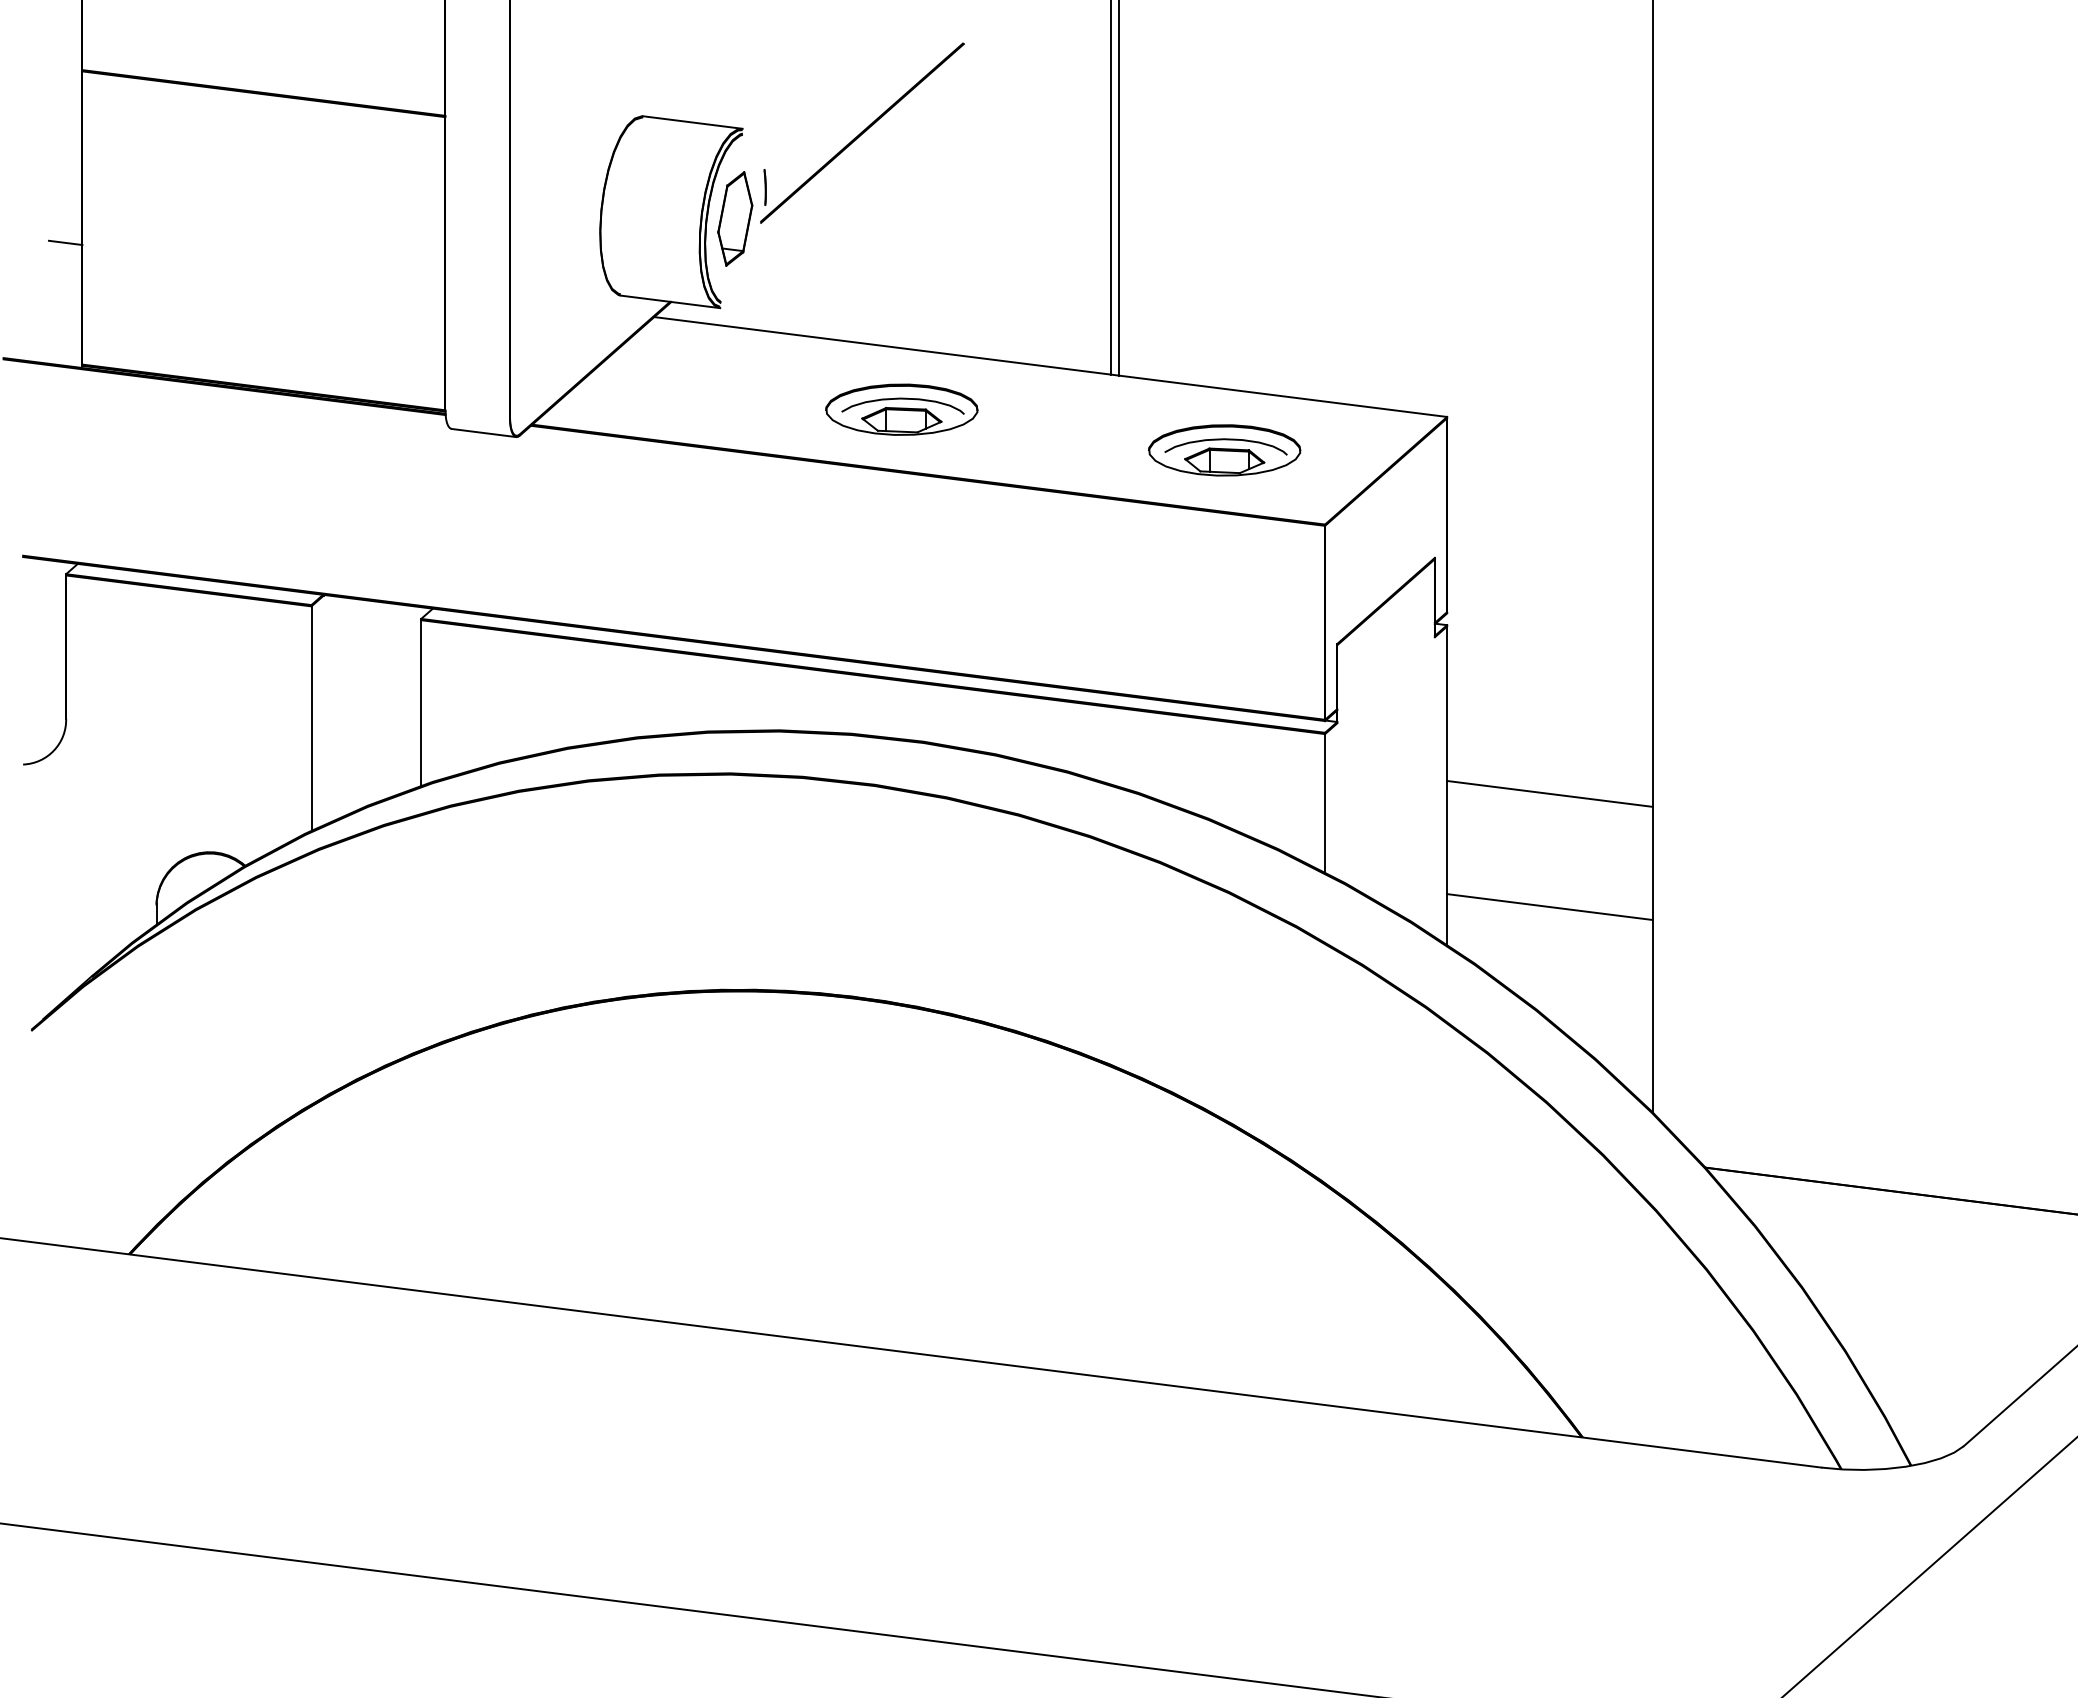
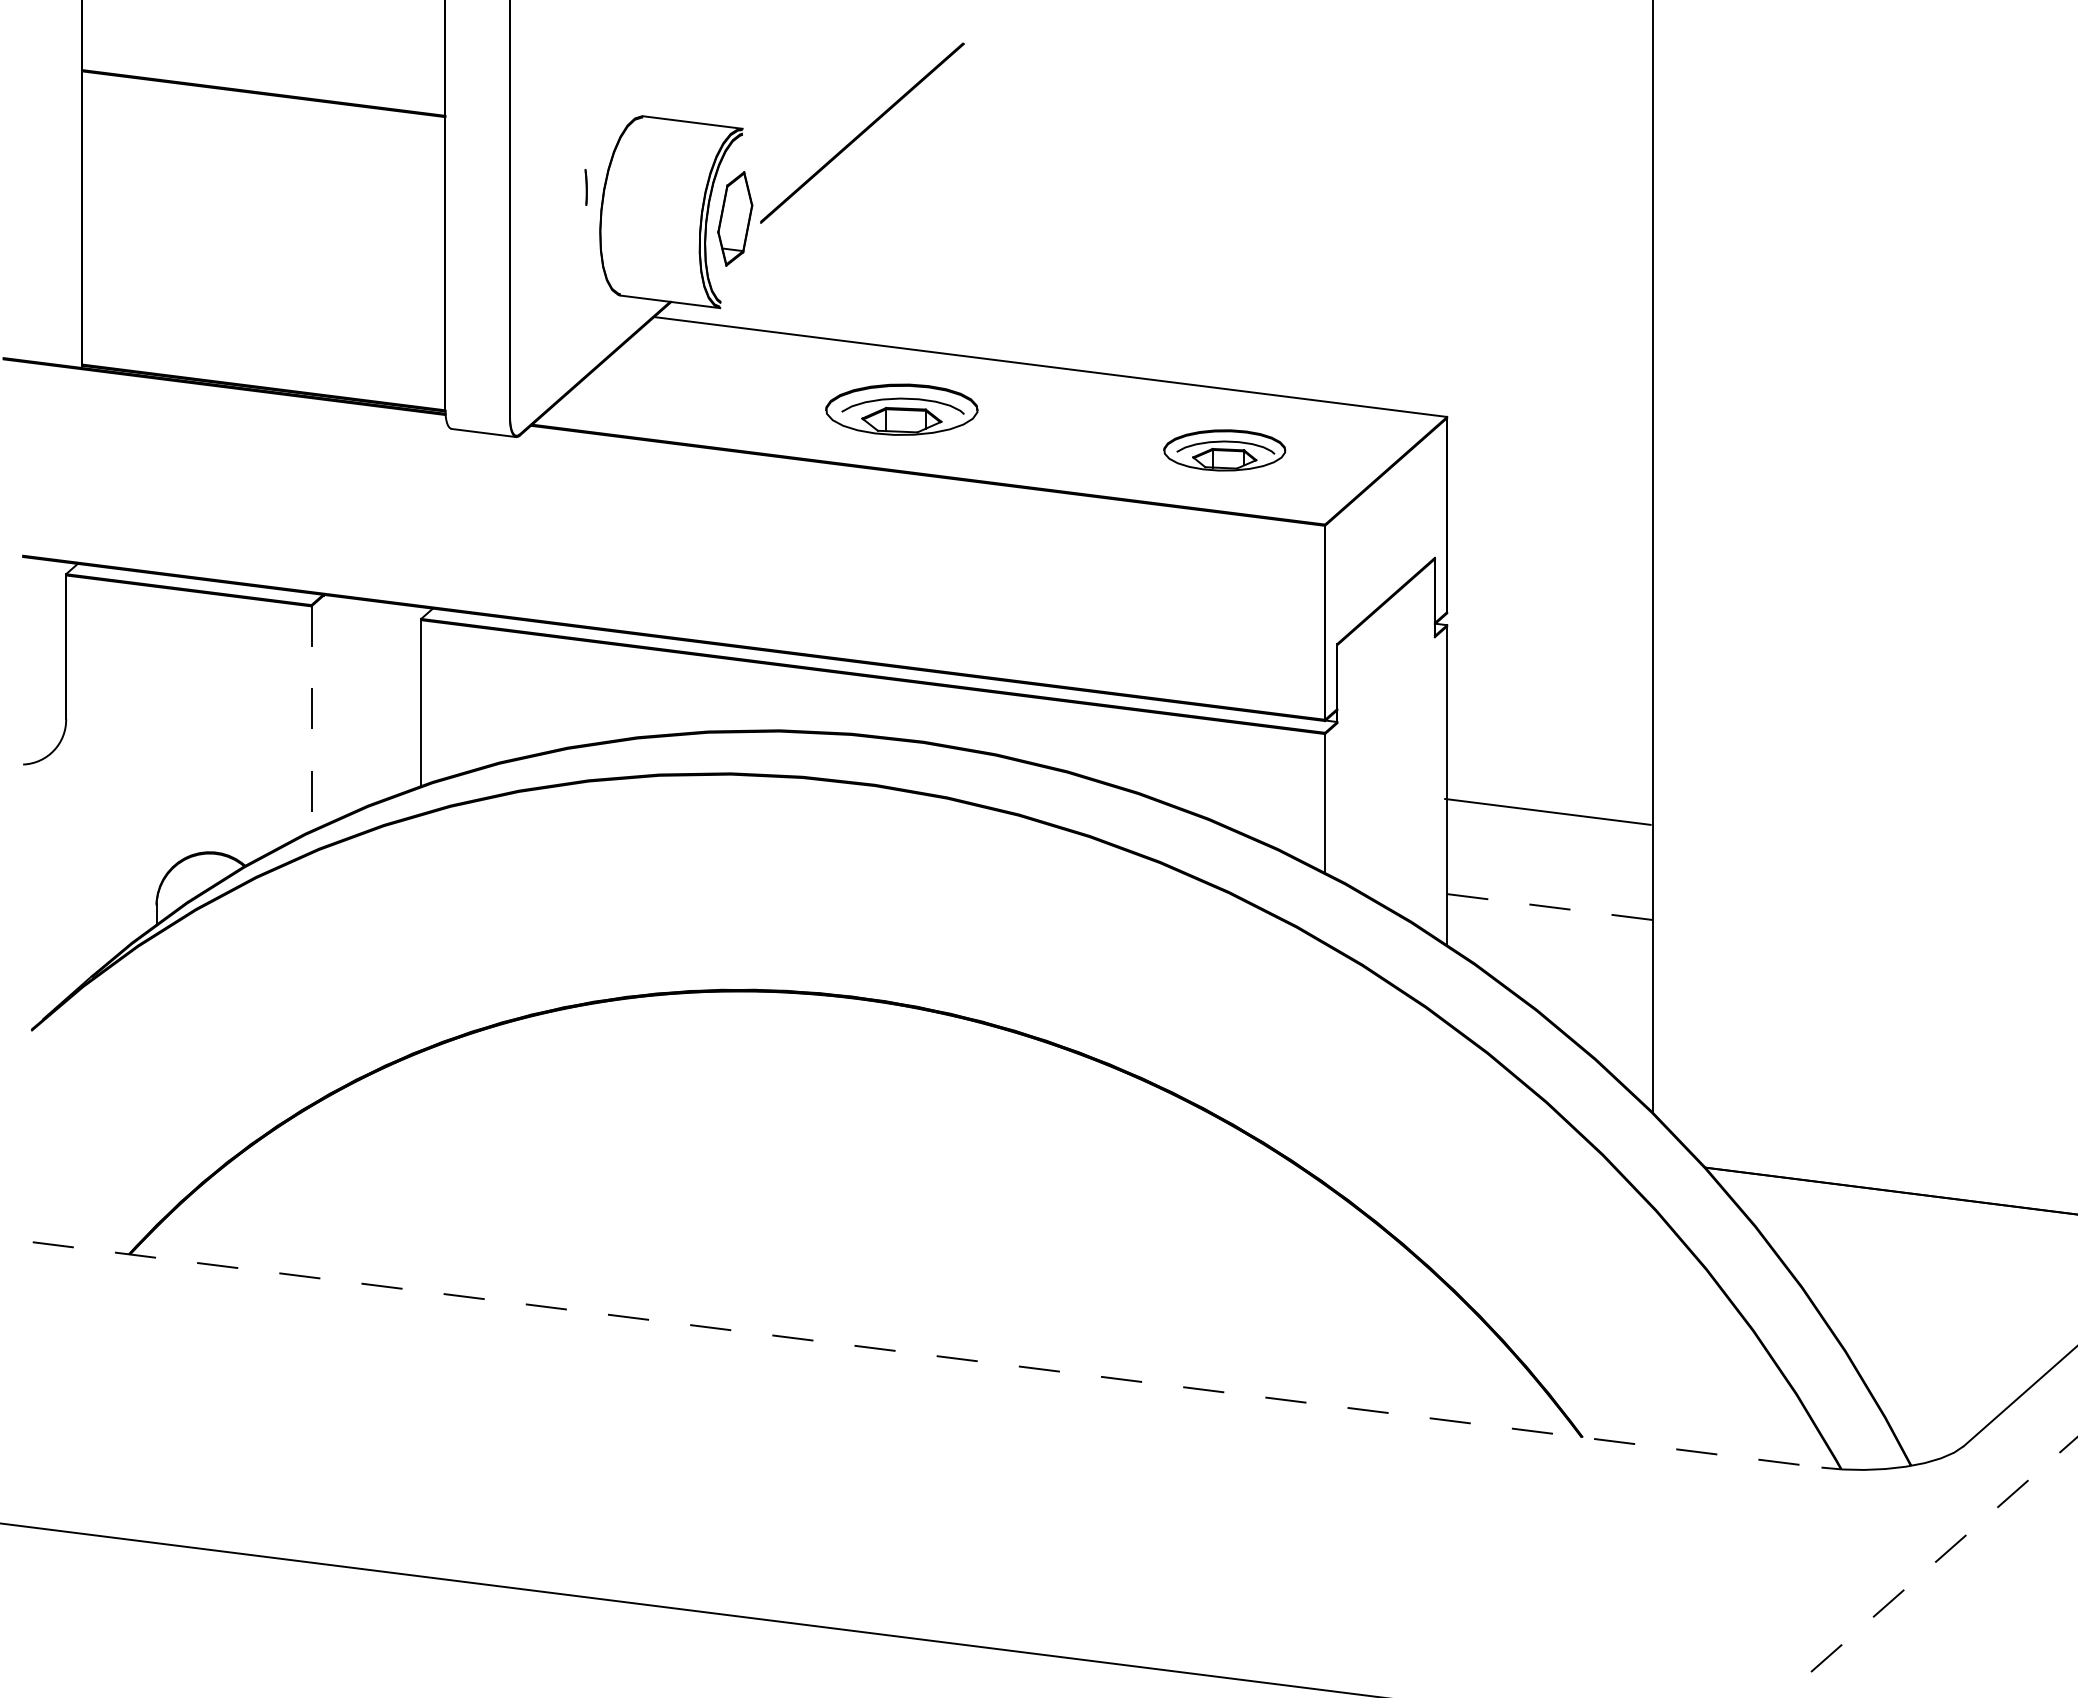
line at (764, 187) position: (764, 187) -> (585, 187)
line at (1111, 188): present -> none
line at (1118, 188): present -> none
line at (65, 242): present -> none
part at (1224, 450) size: 154x53 px -> 124x43 px
line at (311, 717): solid -> dashed
line at (1549, 793) position: (1549, 793) -> (1547, 811)
line at (1549, 907): solid -> dashed
line at (910, 1352): solid -> dashed
line at (1930, 1567): solid -> dashed
